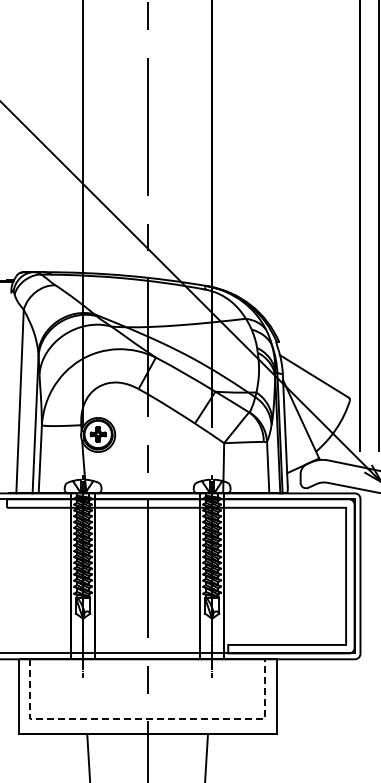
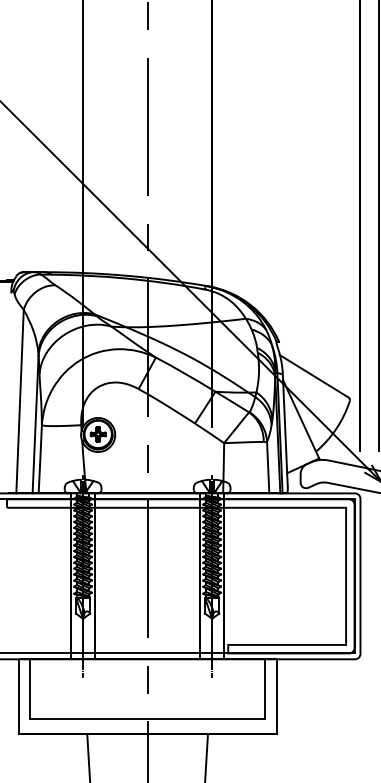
line at (148, 719): dashed -> solid
